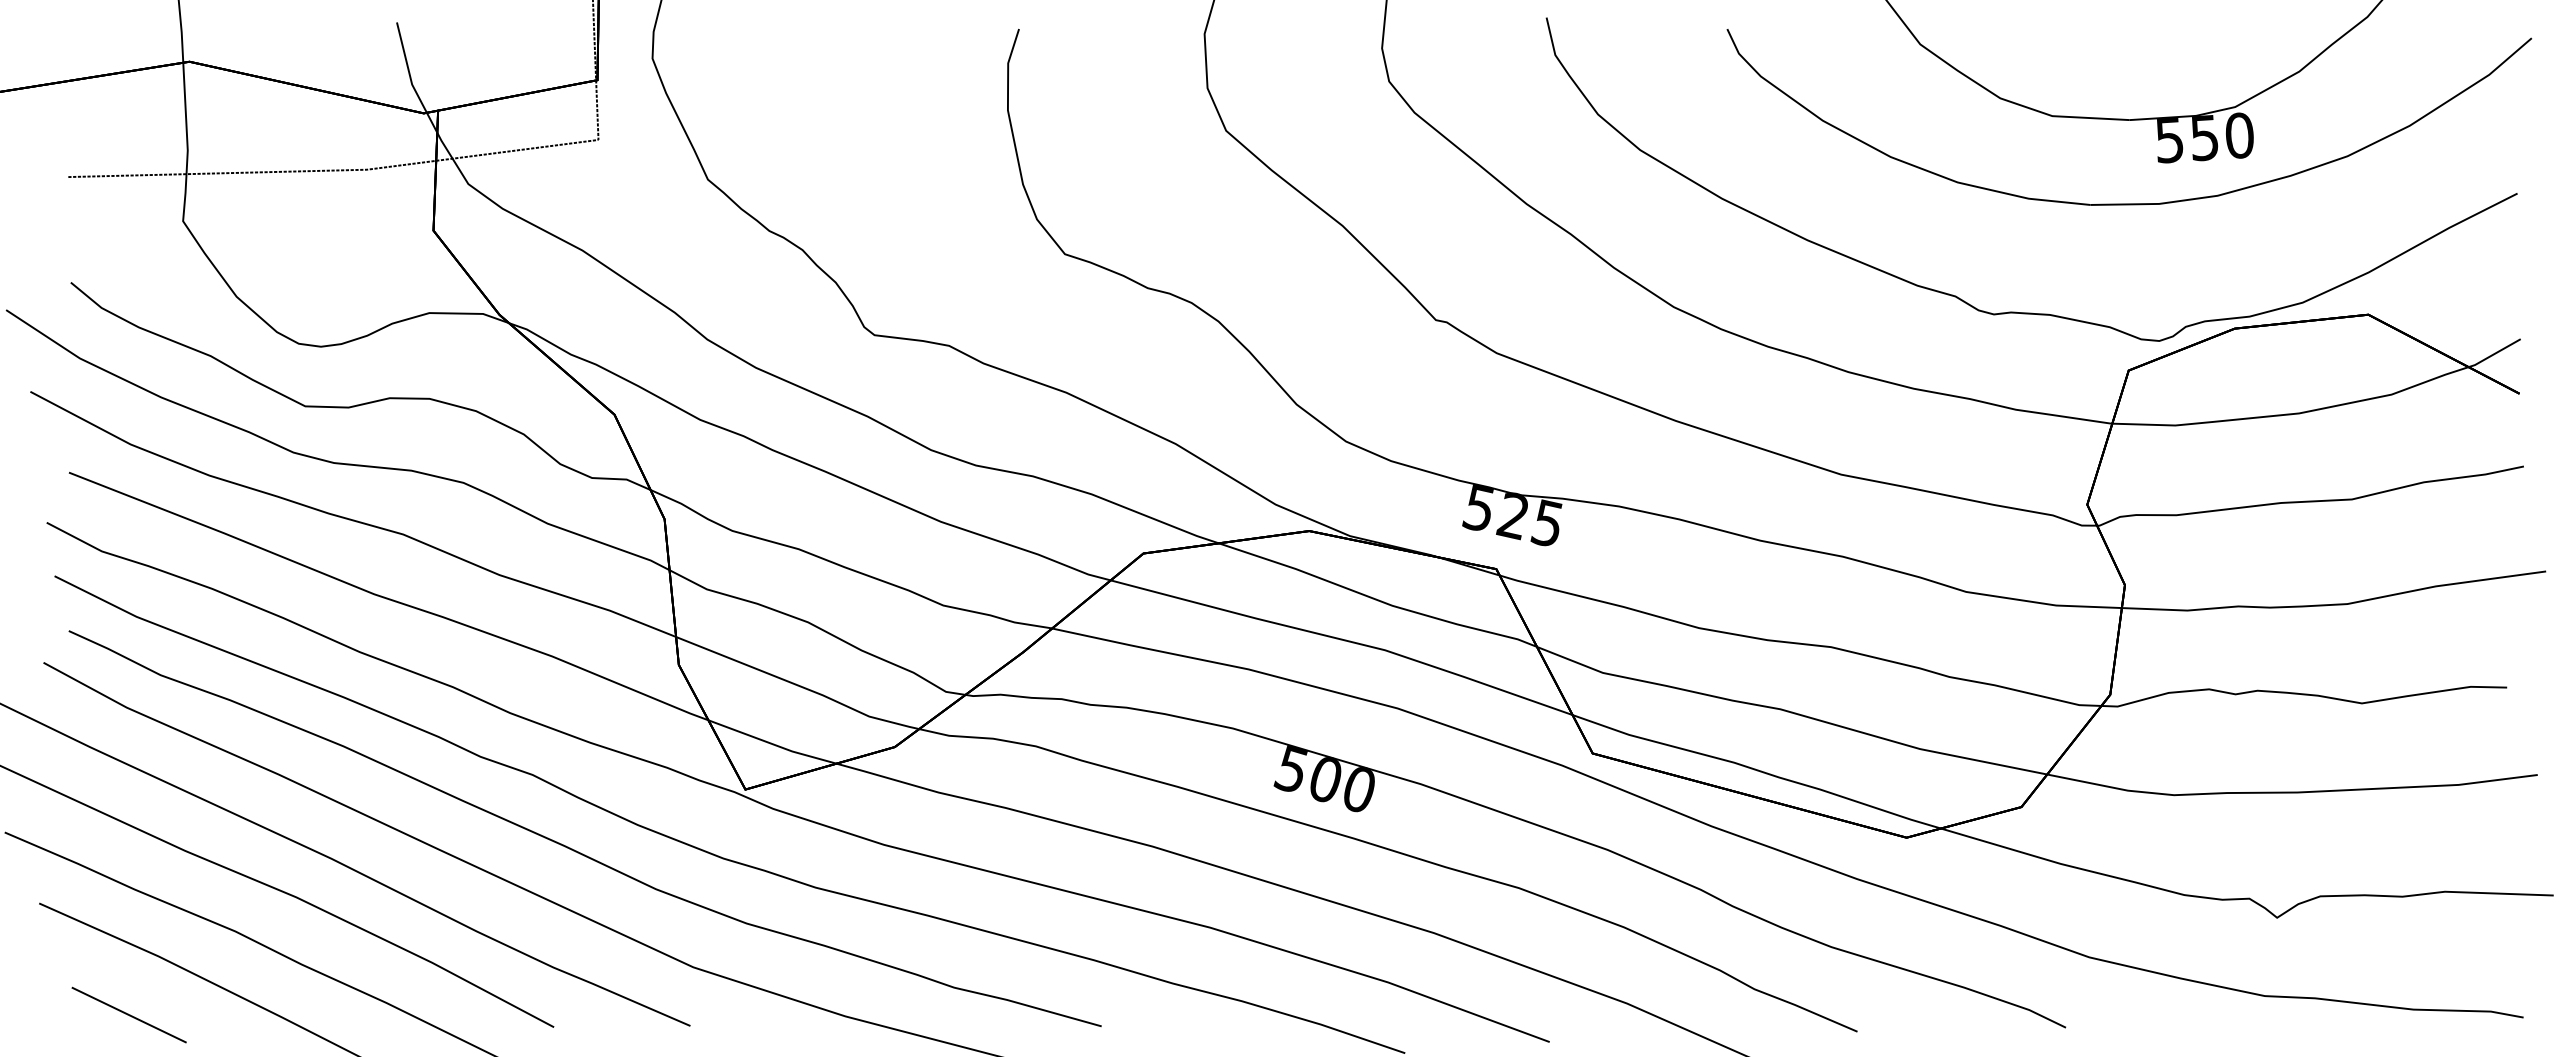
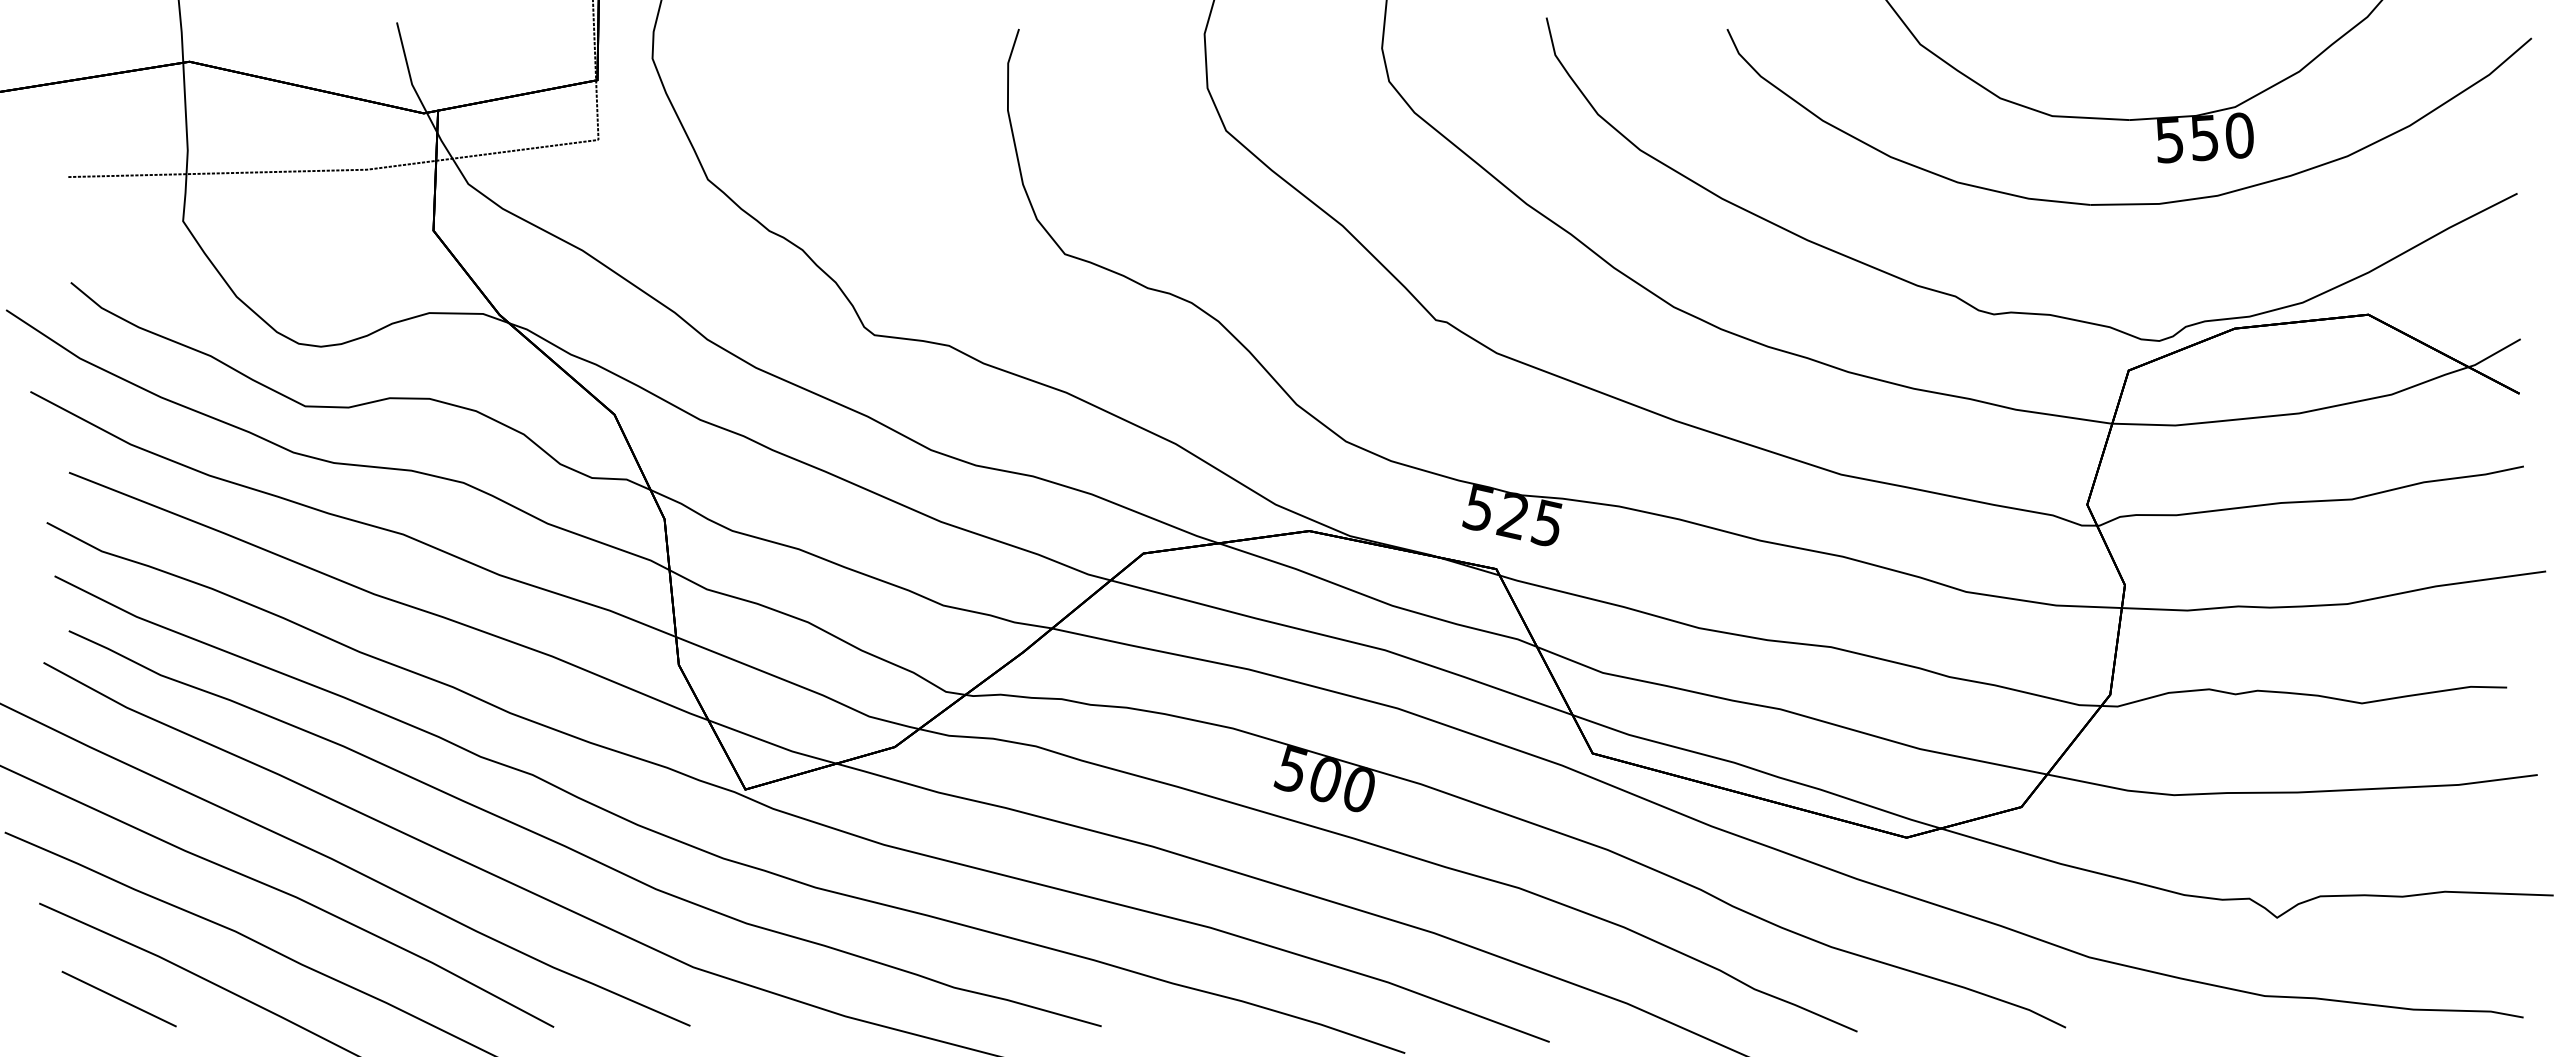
line at (128, 1014) position: (128, 1014) -> (118, 998)
